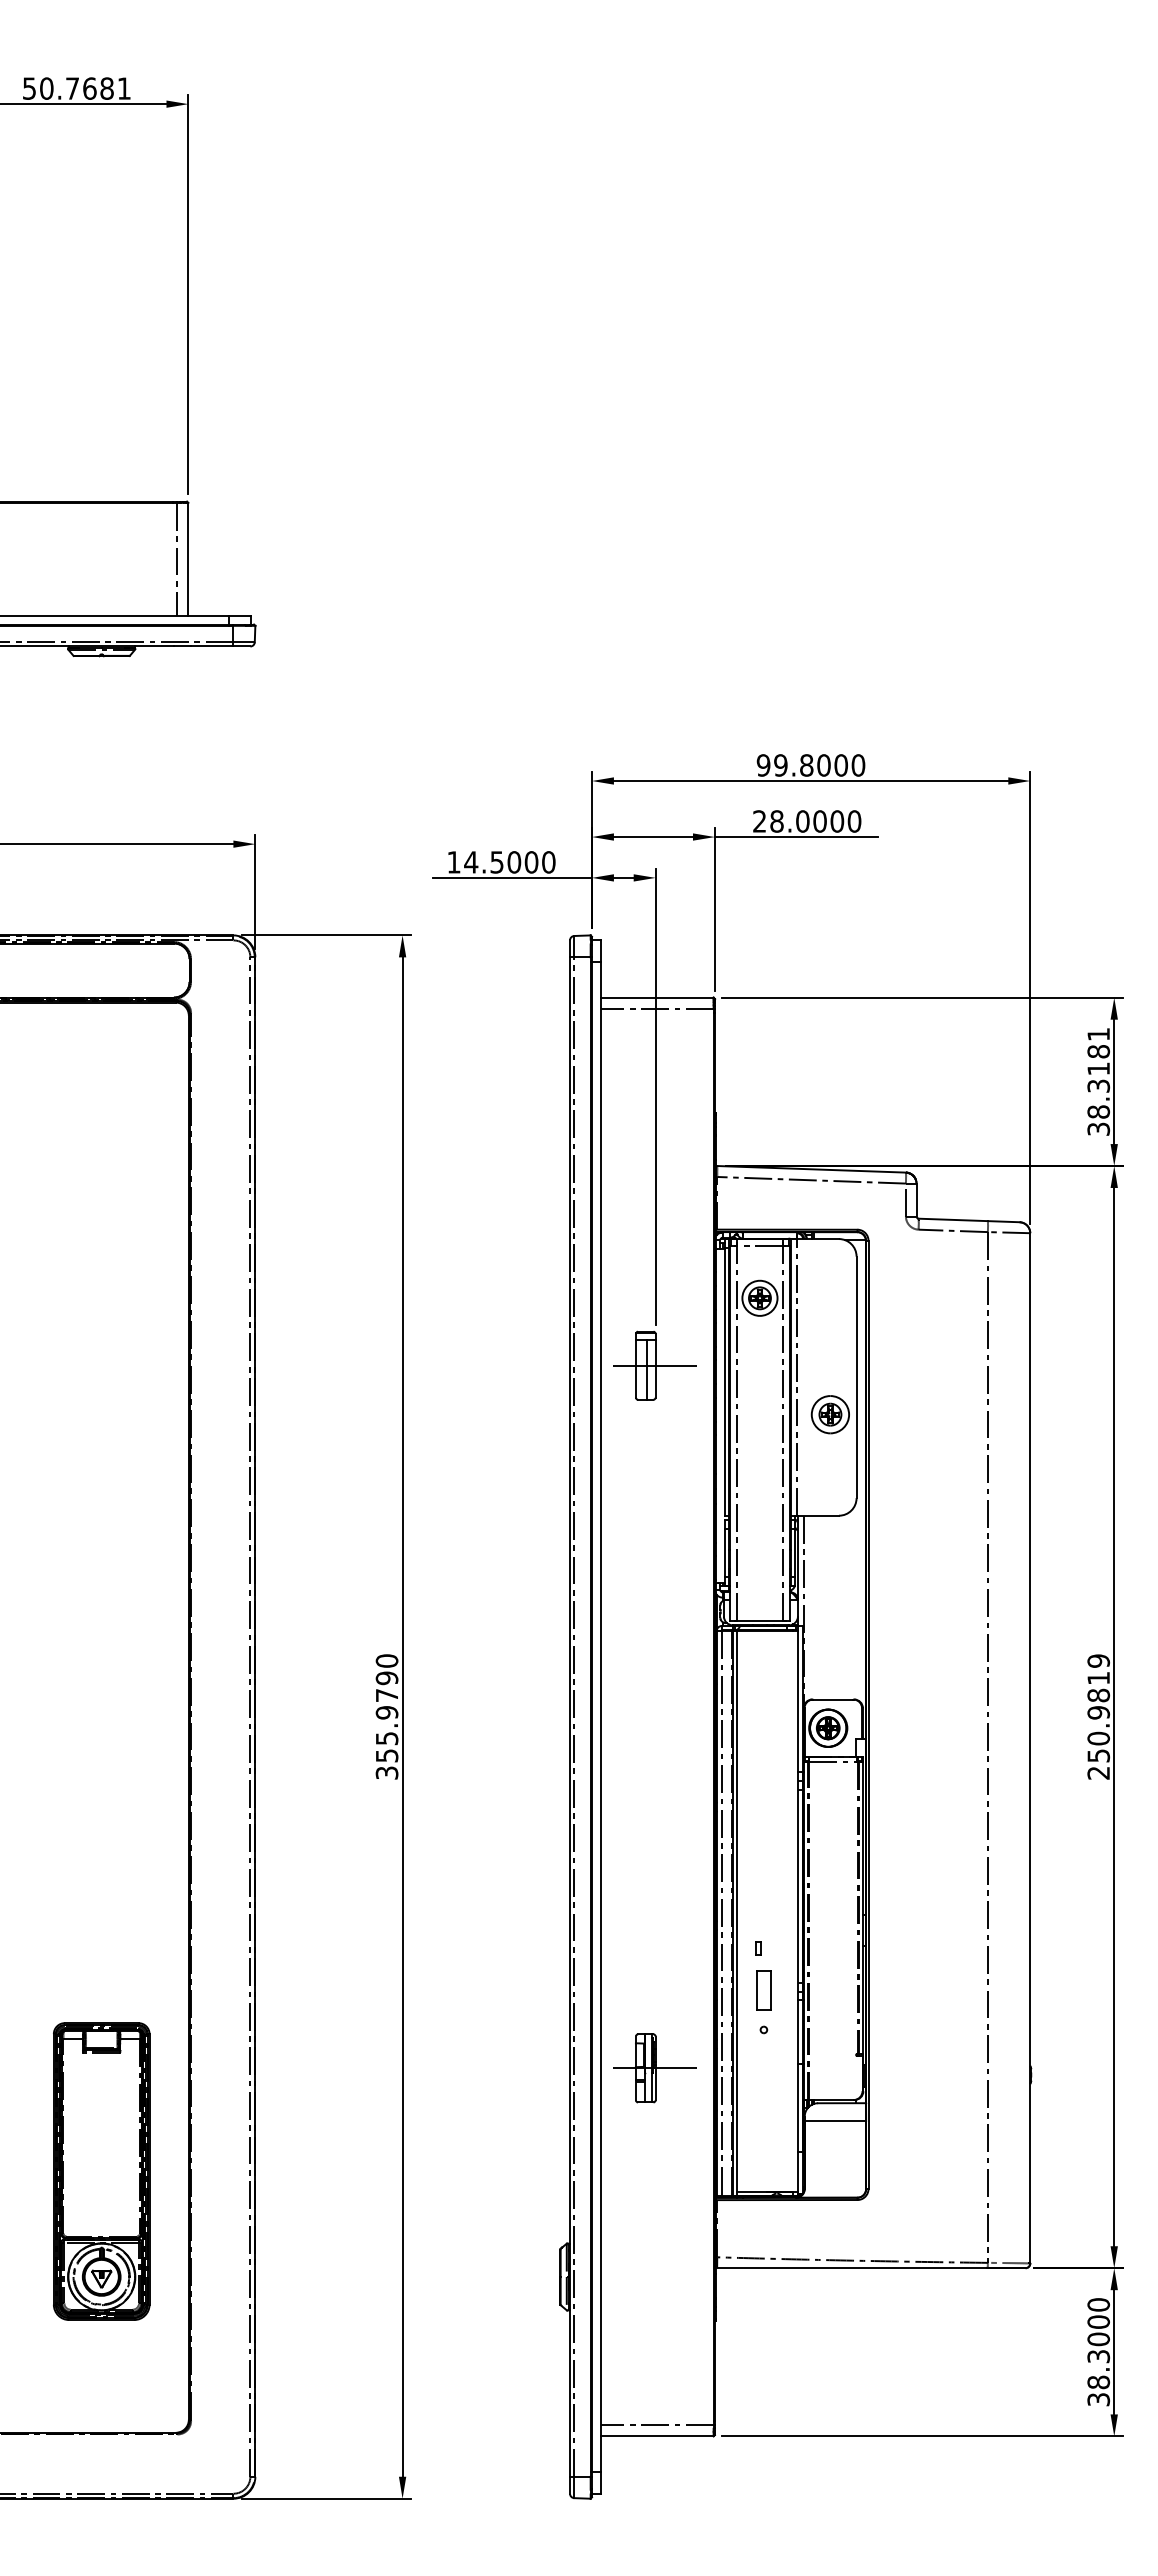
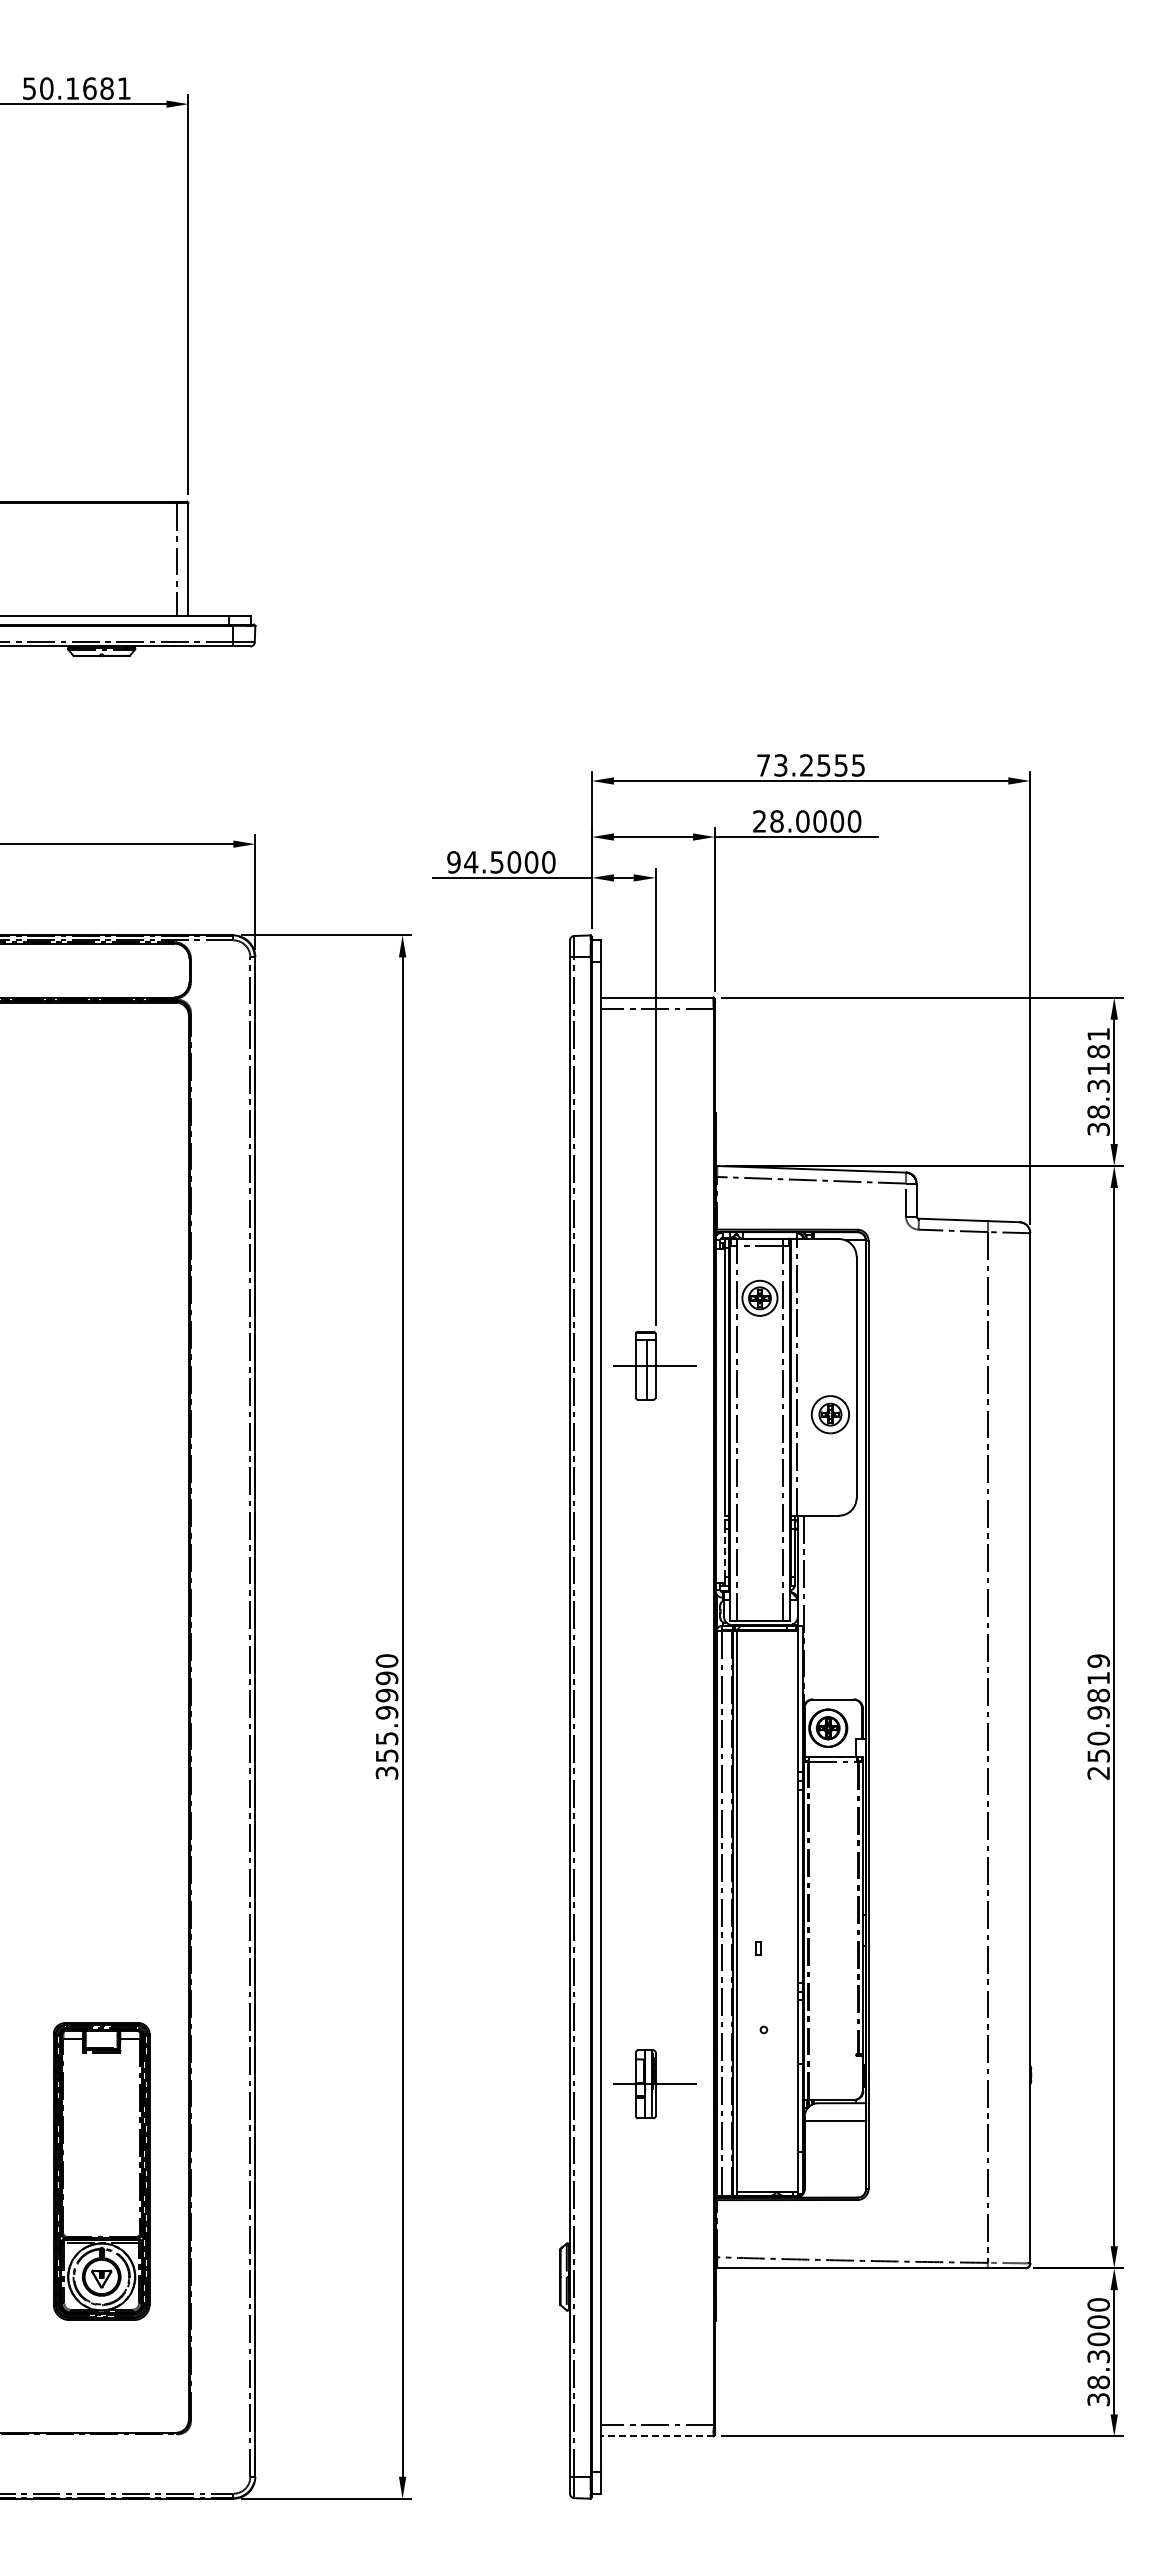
text at (72, 88): 50.7681 -> 50.1681
text at (810, 765): 99.8000 -> 73.2555
text at (453, 862): 14.5000 -> 94.5000
line at (724, 1552): solid -> dashed
text at (386, 1695): 355.9790 -> 355.9990
part at (763, 1990): present -> none
part at (654, 2068) position: (654, 2068) -> (654, 2084)
line at (656, 2436): solid -> dashed
